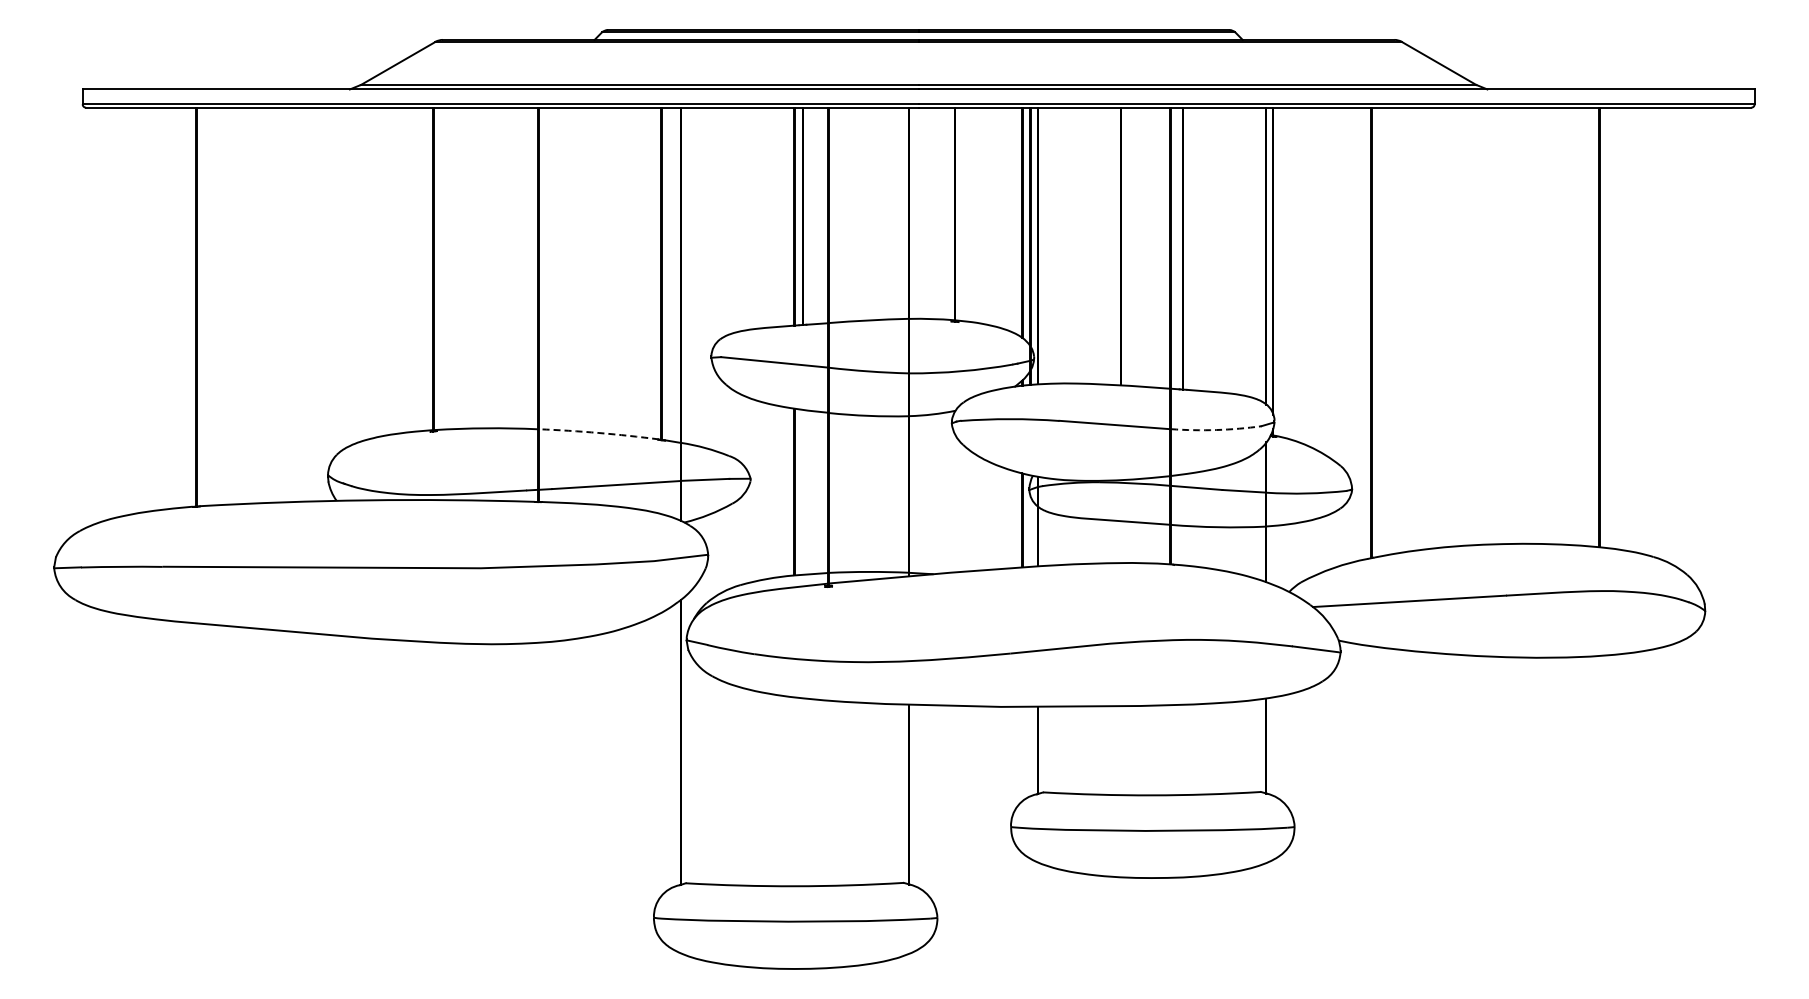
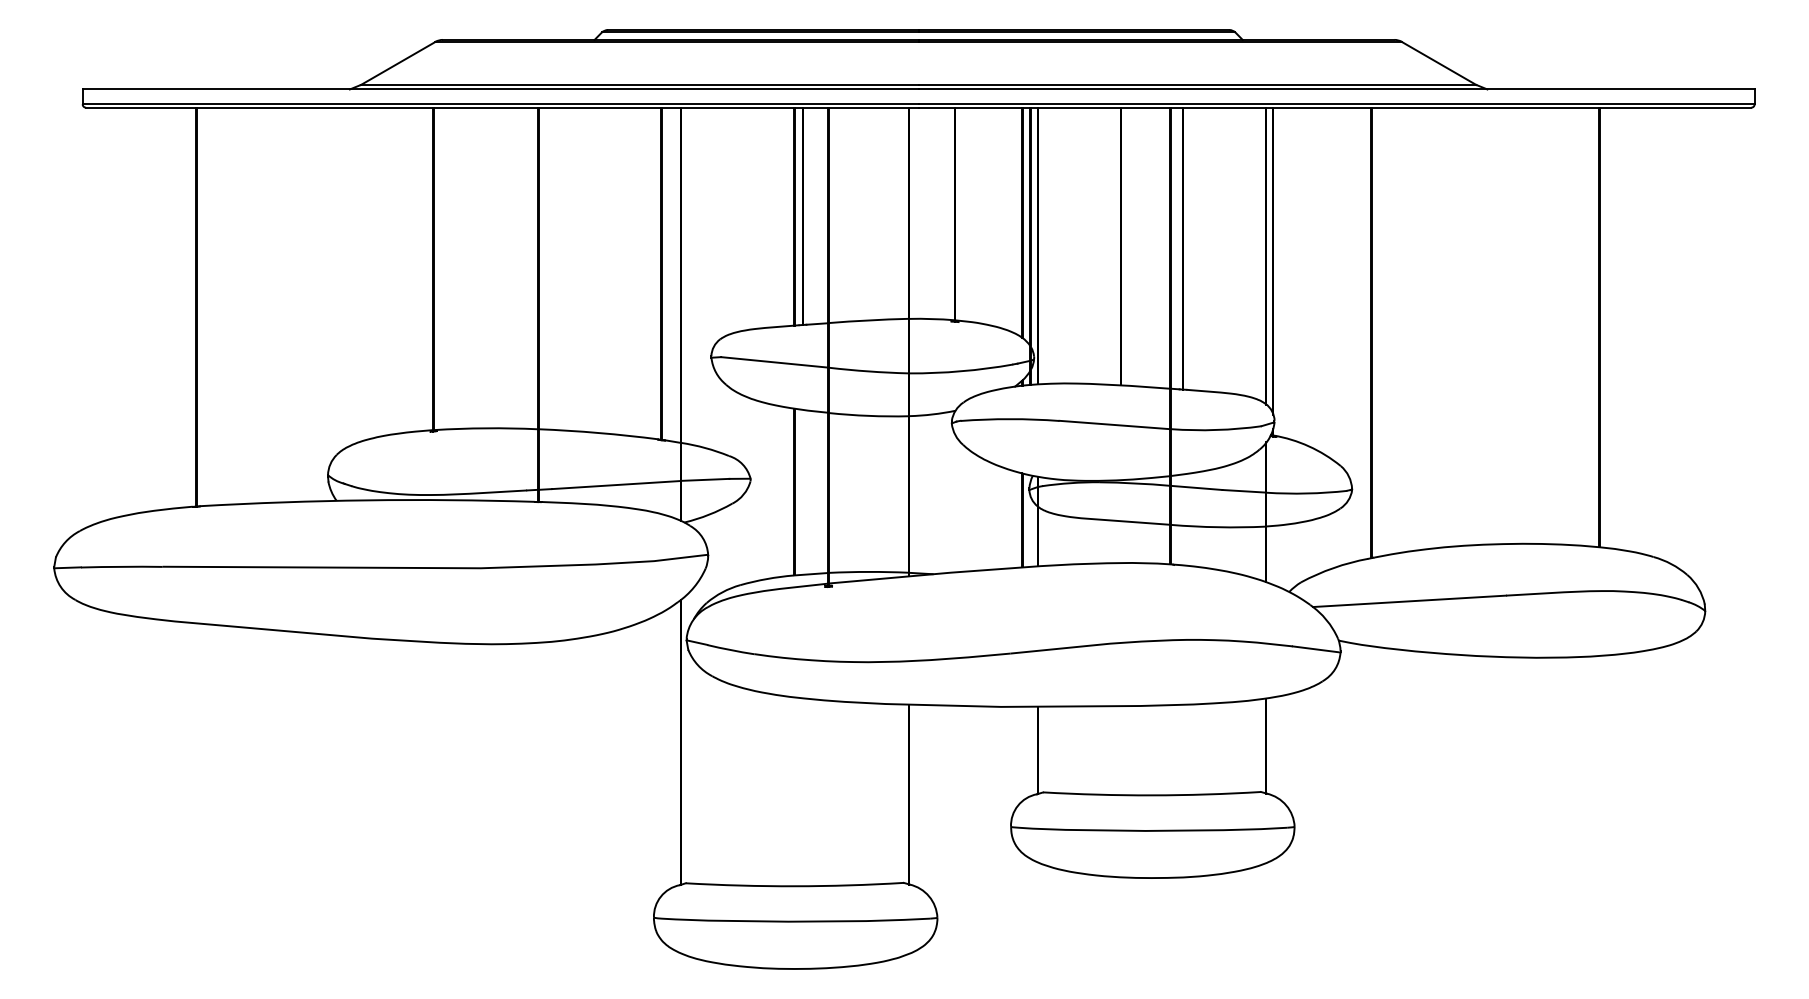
arc at (1216, 430): dashed -> solid
arc at (598, 433): dashed -> solid
